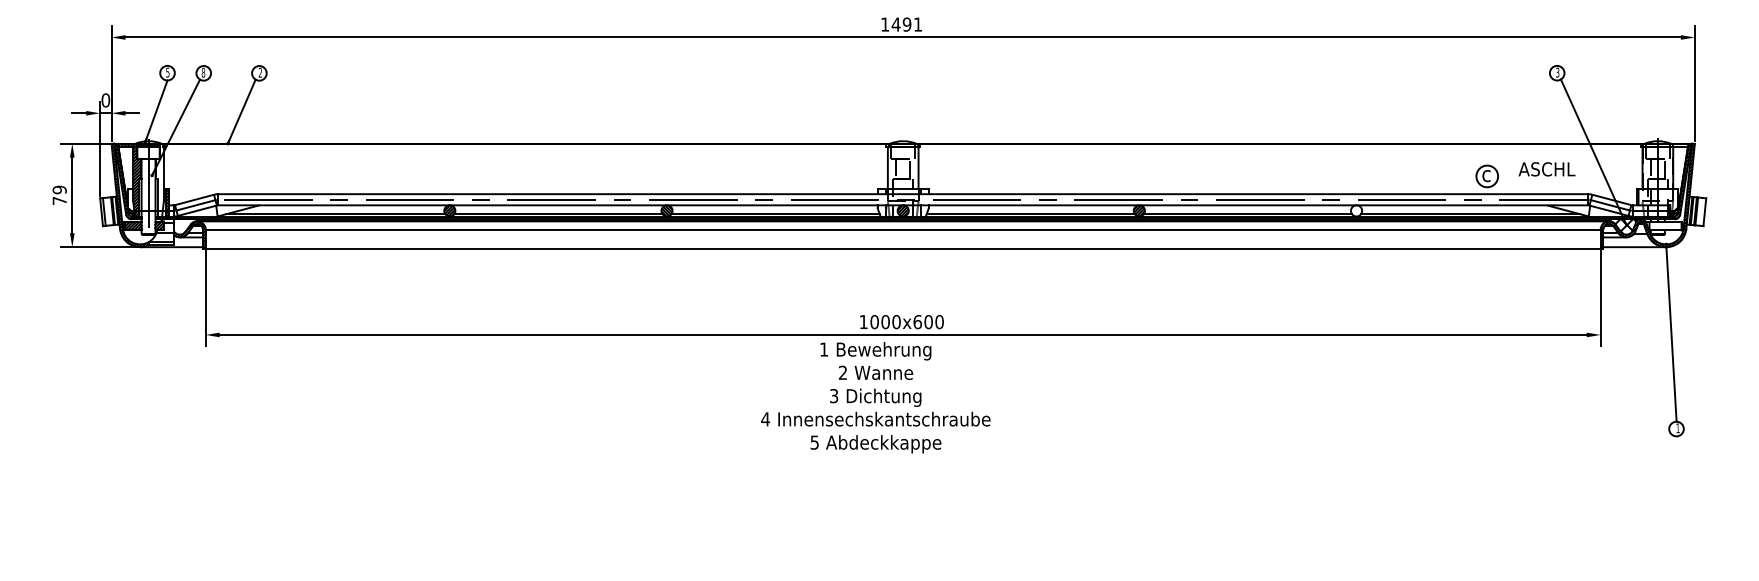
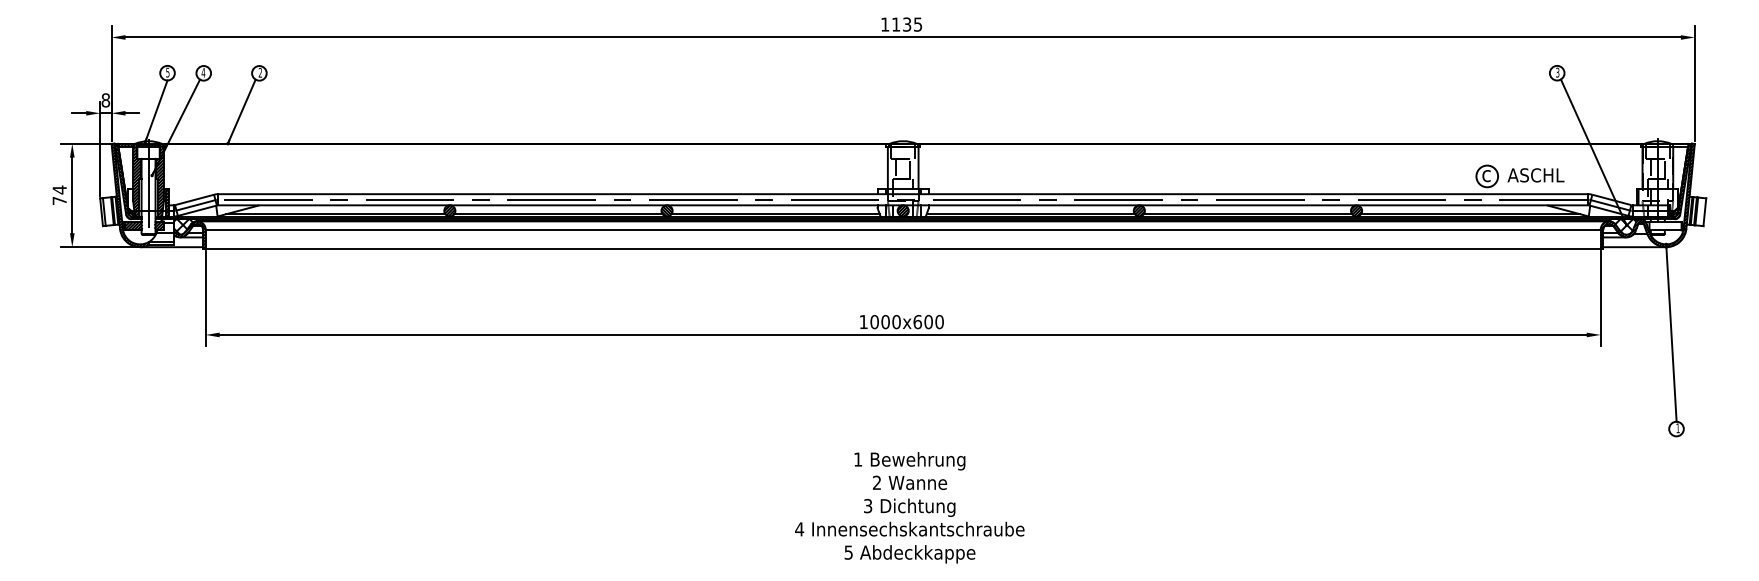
text at (906, 24): 1491 -> 1135
text at (203, 72): 8 -> 4
text at (105, 100): 0 -> 8
text at (1546, 169) position: (1546, 169) -> (1535, 175)
hatch at (159, 179): none -> present
text at (59, 189): 79 -> 74
hatch at (1356, 210): none -> present
hatch at (183, 226): none -> present
text at (875, 397) position: (875, 397) -> (909, 507)
